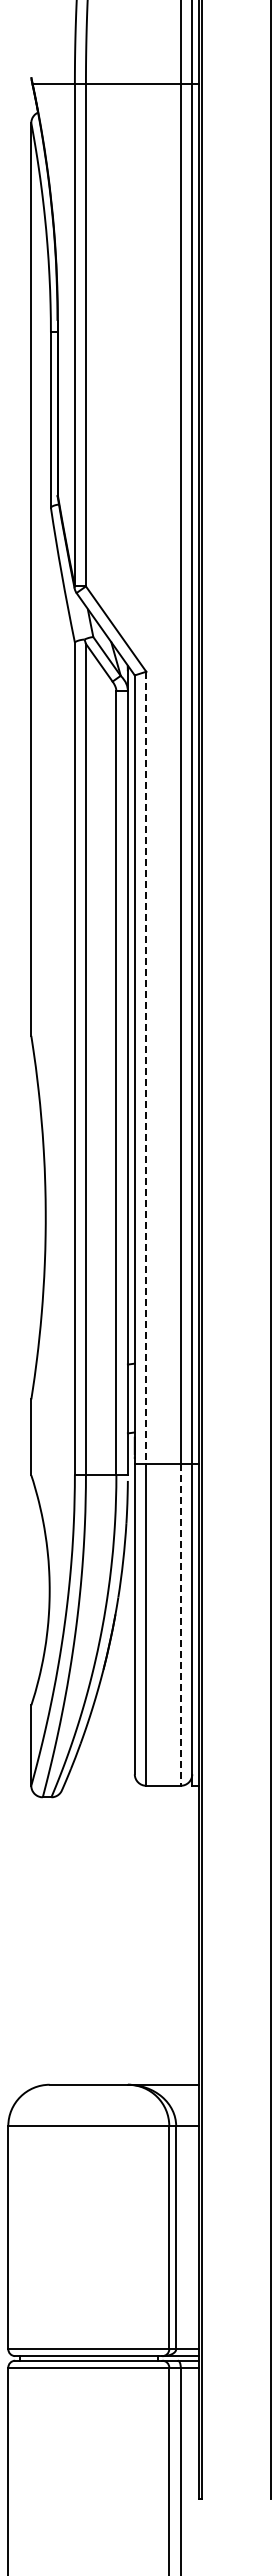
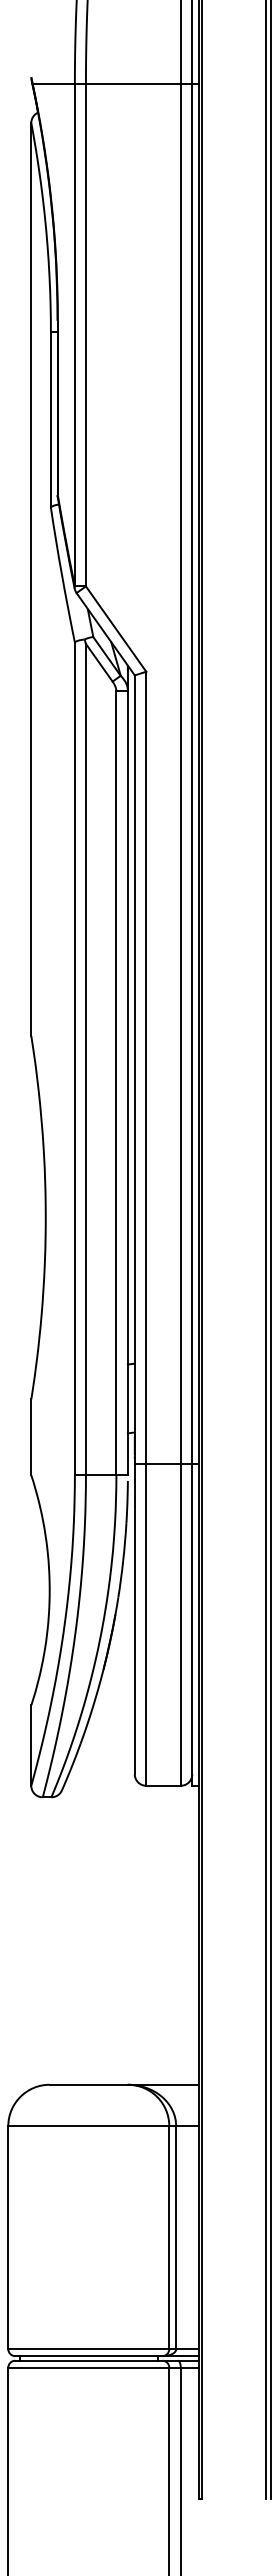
line at (146, 1068): dashed -> solid
line at (266, 1250): none -> present
line at (180, 1624): dashed -> solid
